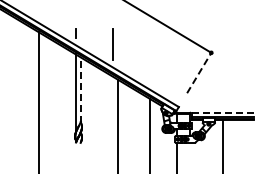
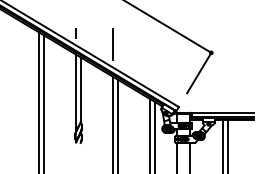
line at (199, 72): dashed -> solid
line at (81, 89): dashed -> solid
line at (44, 102): none -> present
line at (222, 112): dashed -> solid
line at (112, 123): none -> present
line at (154, 135): none -> present
line at (227, 145): none -> present
line at (189, 156): none -> present
